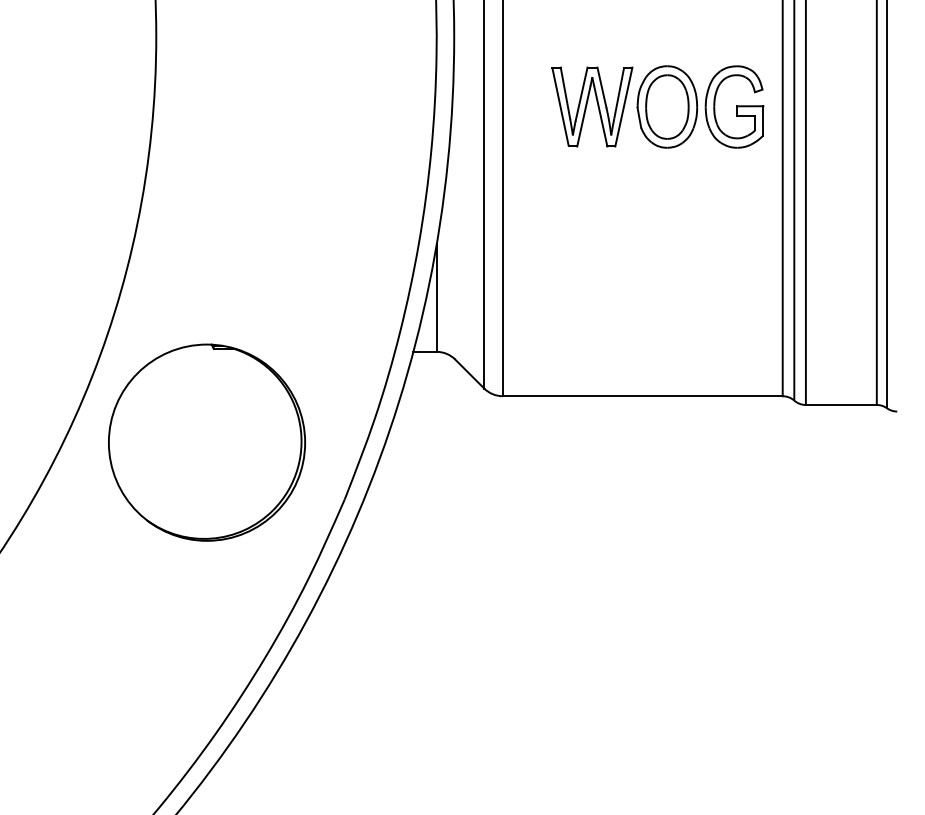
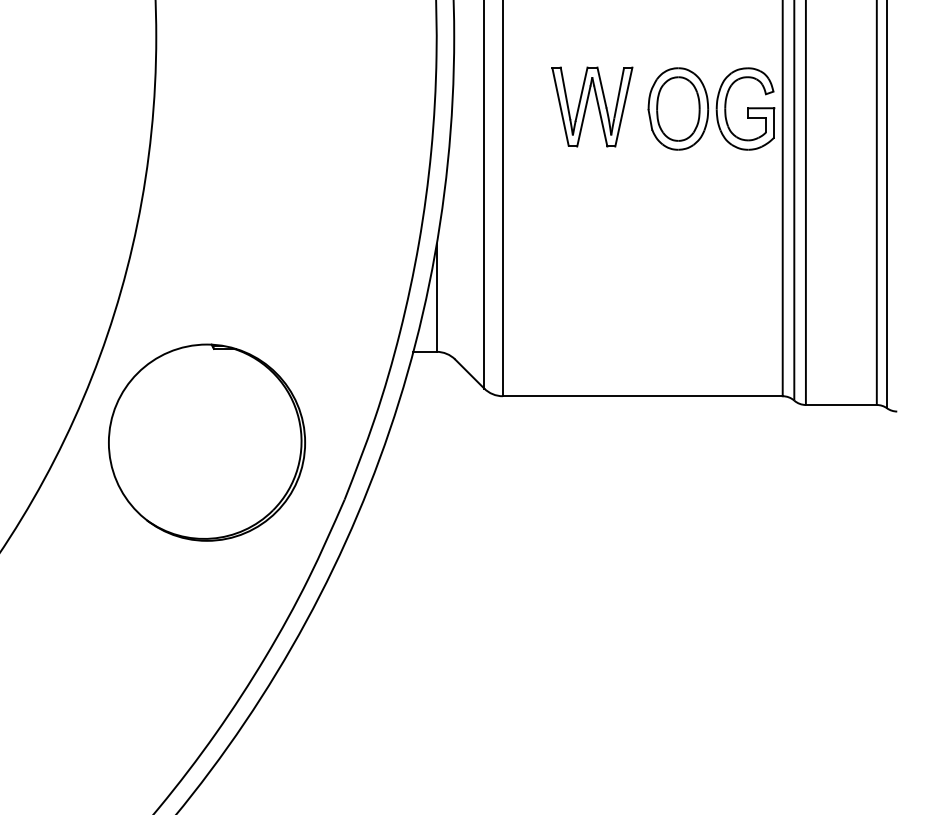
part at (700, 106) position: (700, 106) -> (711, 108)
